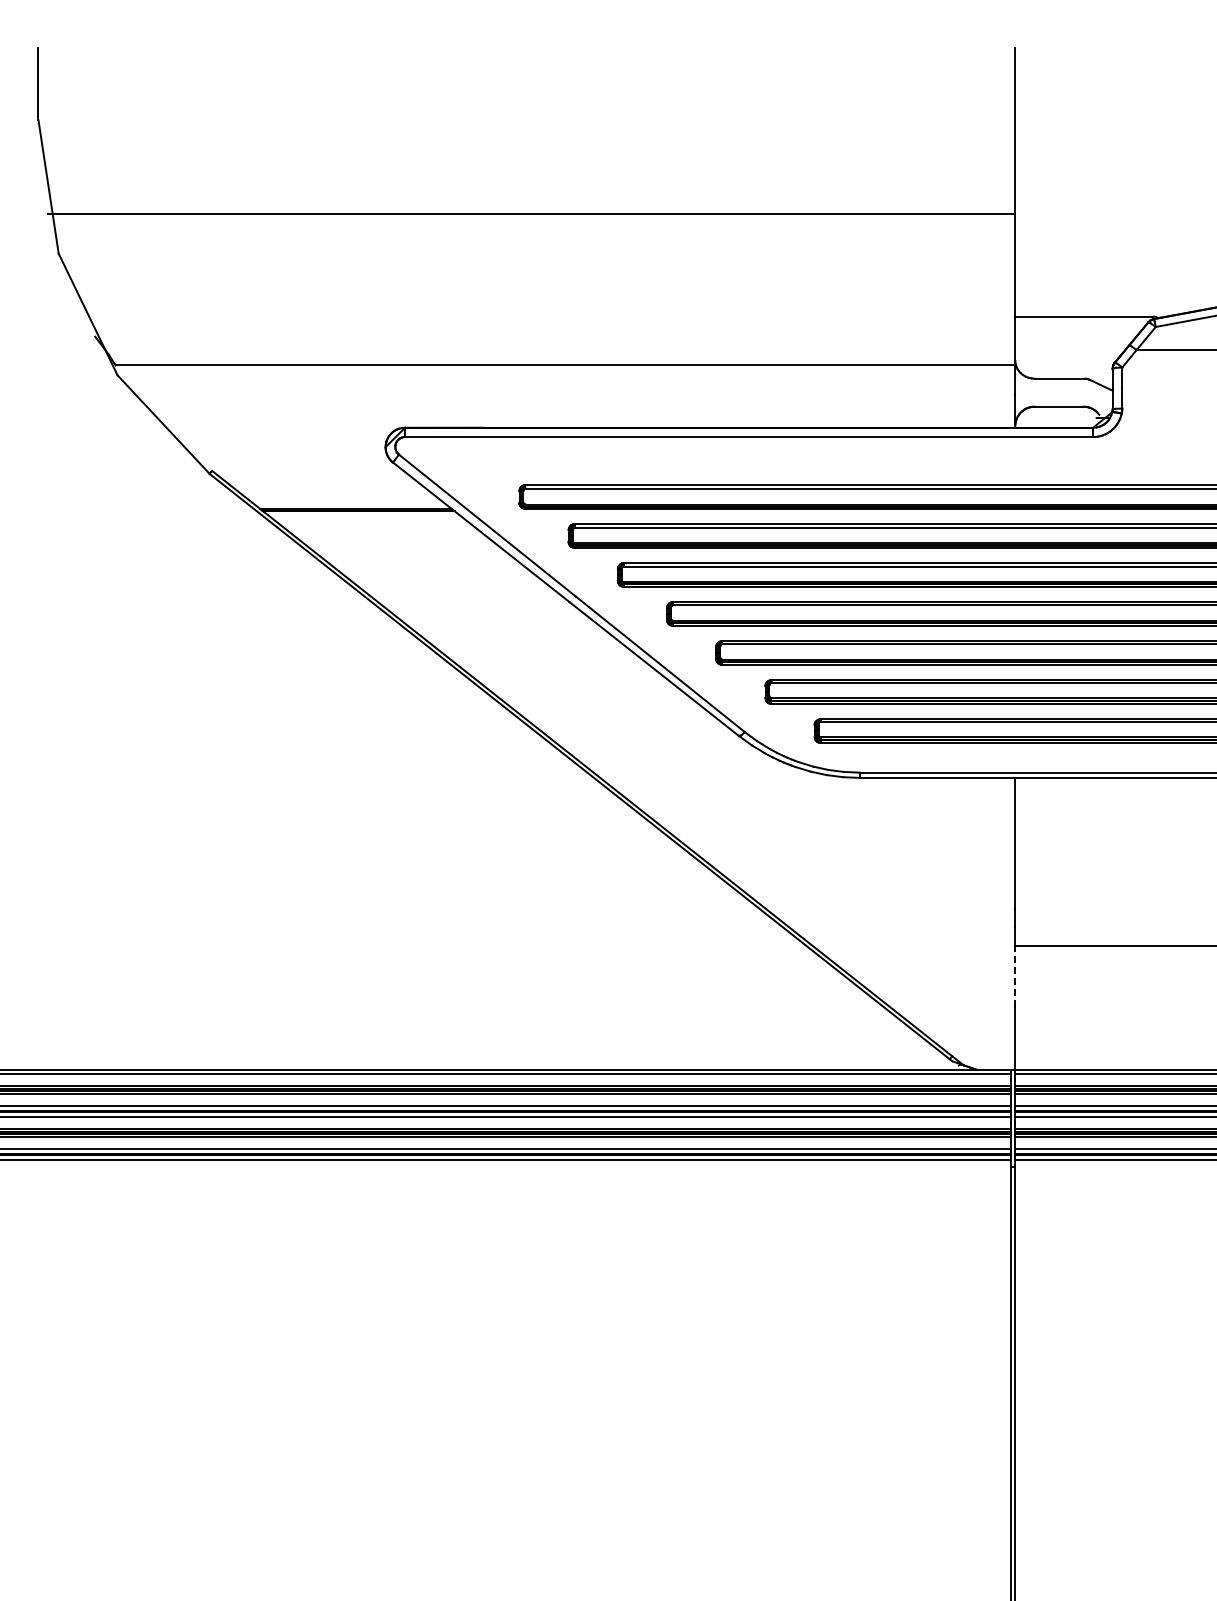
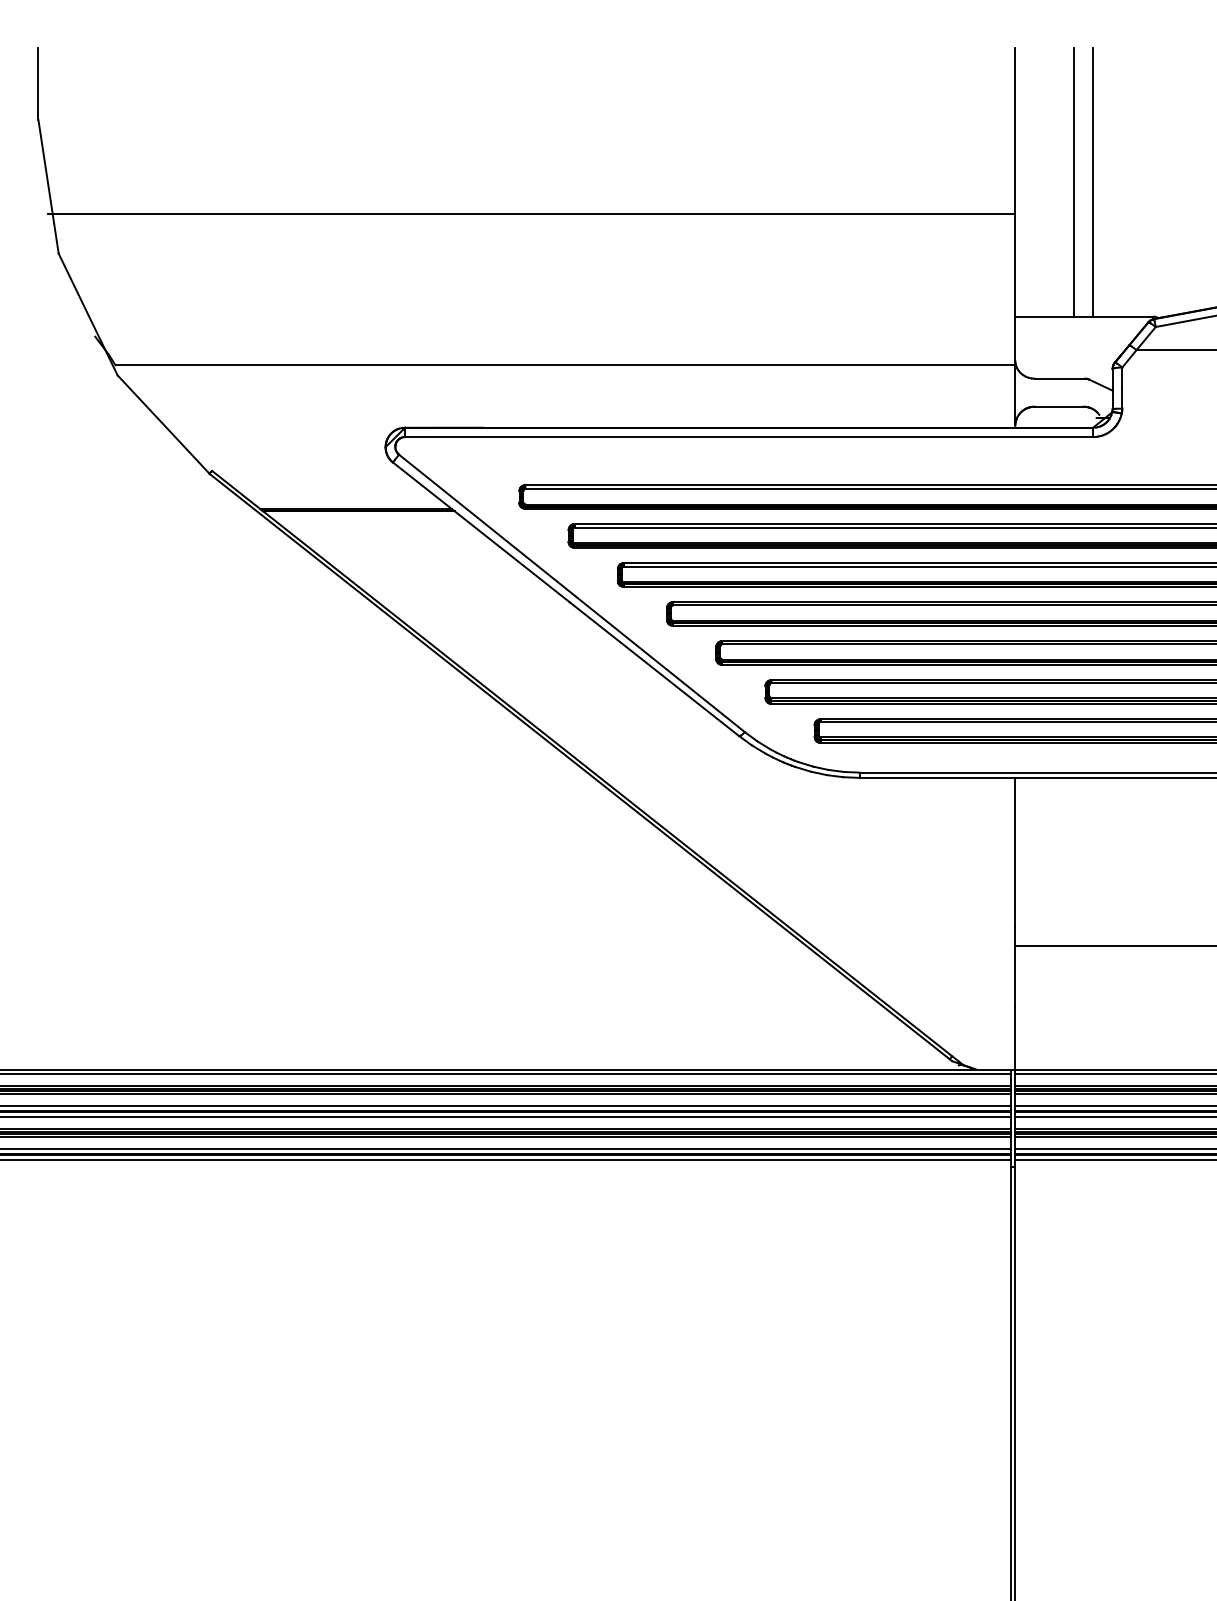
line at (1073, 182): none -> present
line at (1093, 182): none -> present
line at (1015, 976): dashed -> solid
